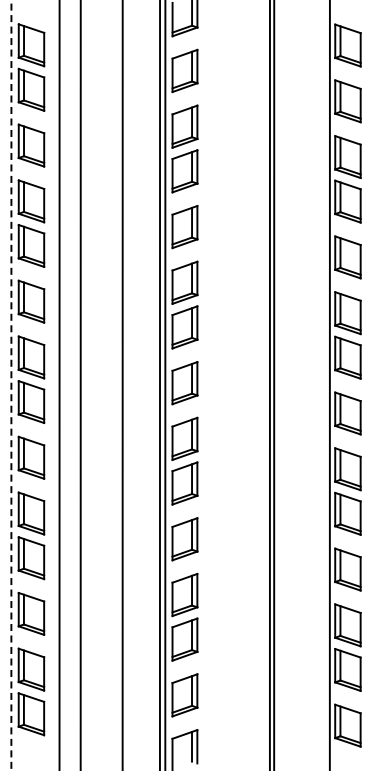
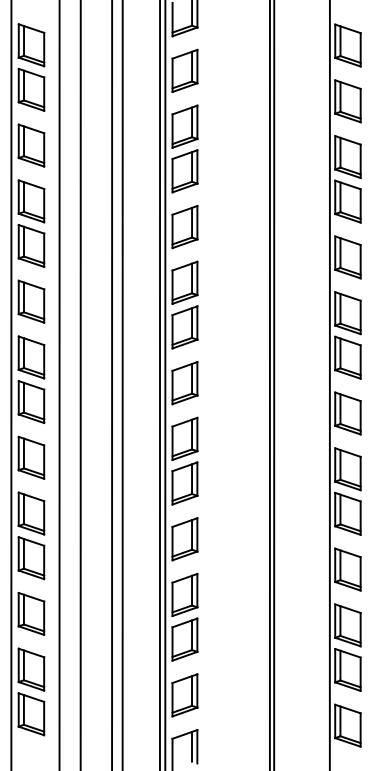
line at (112, 384): none -> present
line at (11, 385): dashed -> solid
